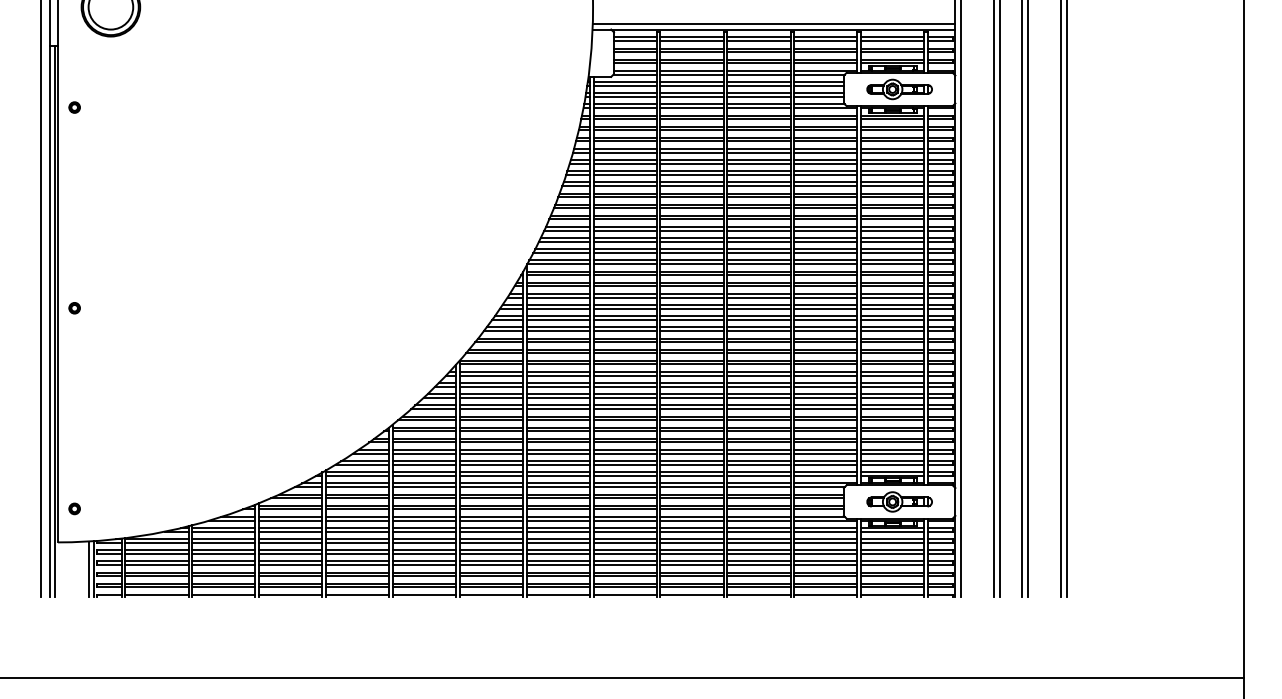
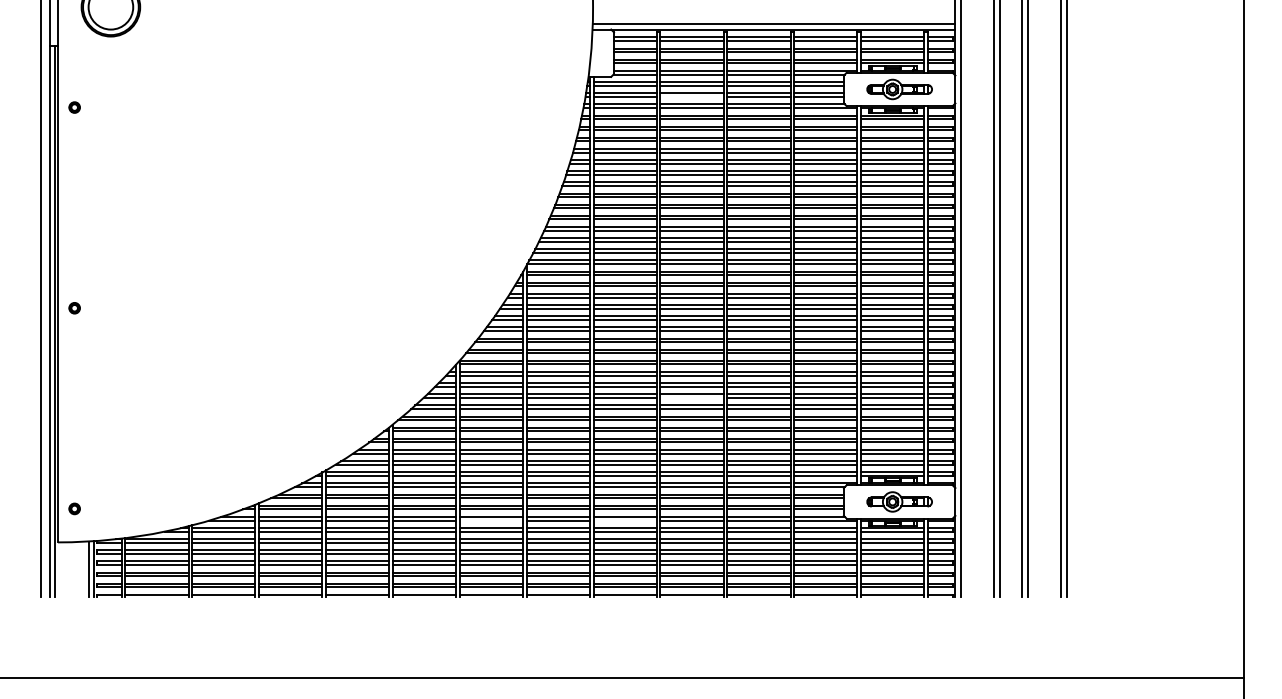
line at (691, 96): present -> none
line at (691, 397): present -> none
line at (491, 520): present -> none
line at (624, 520): present -> none
